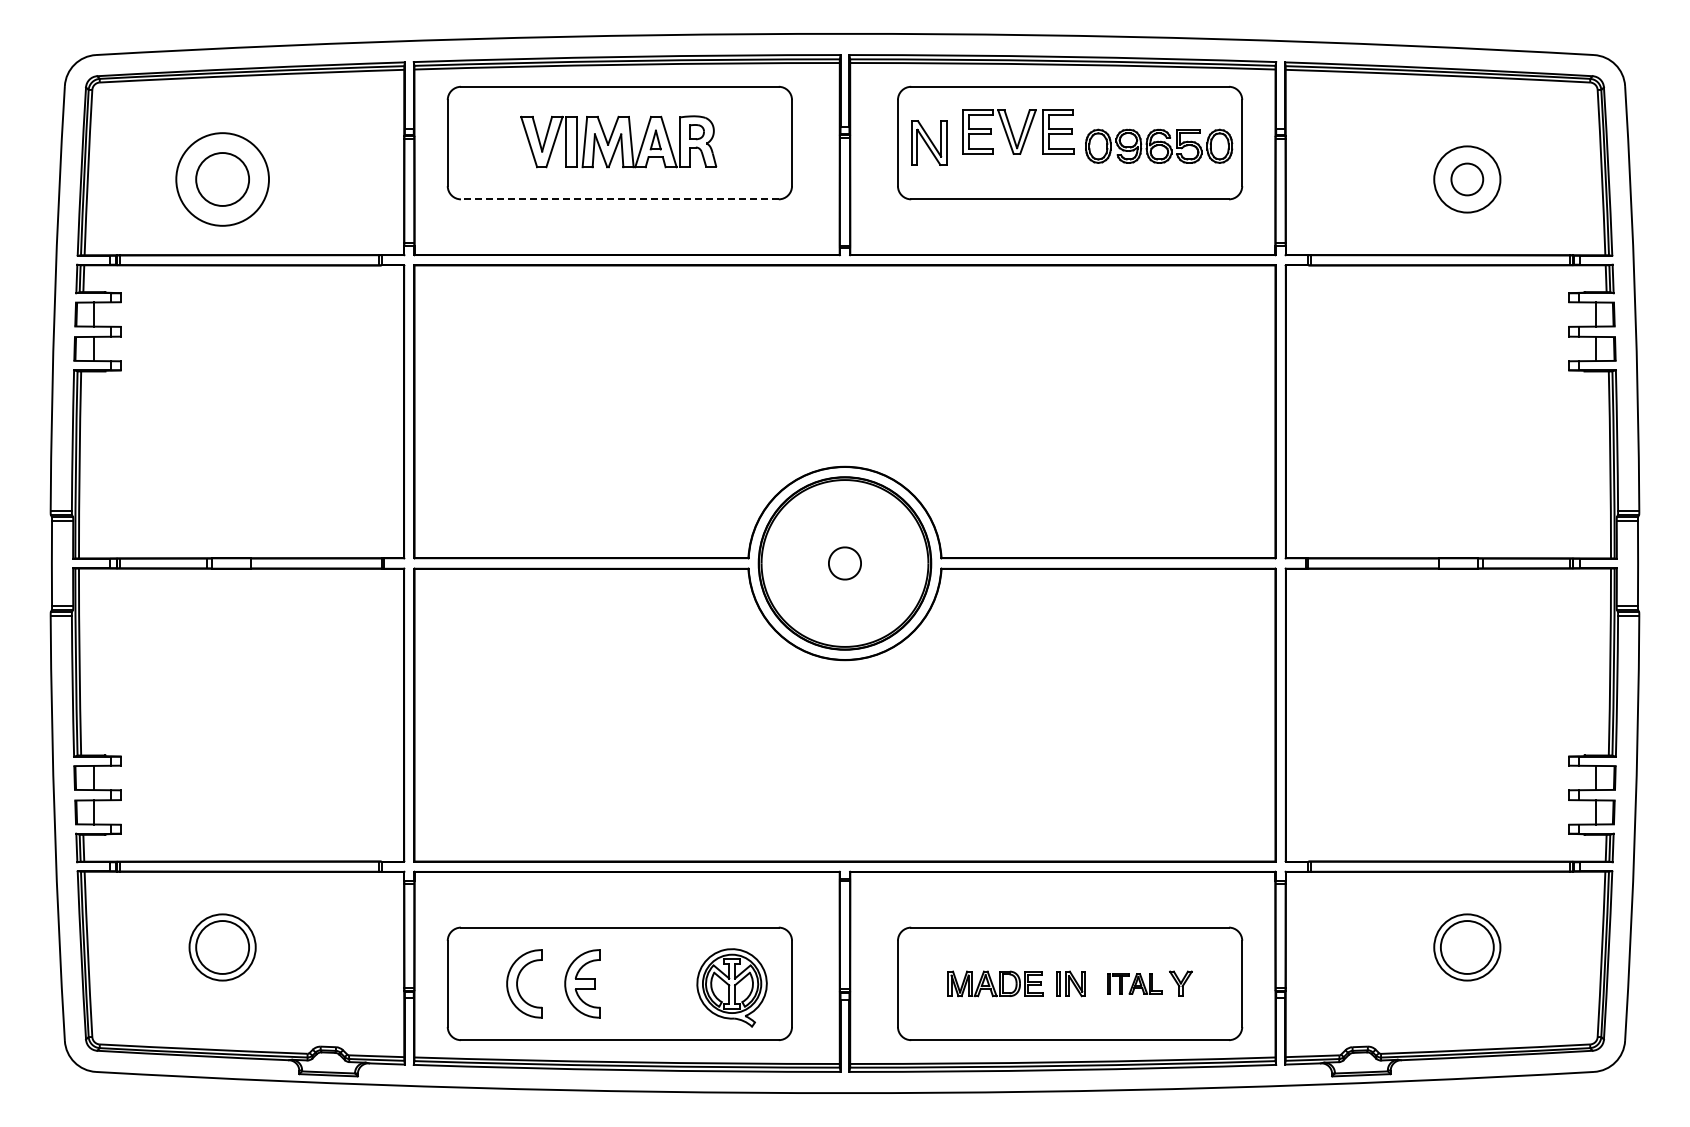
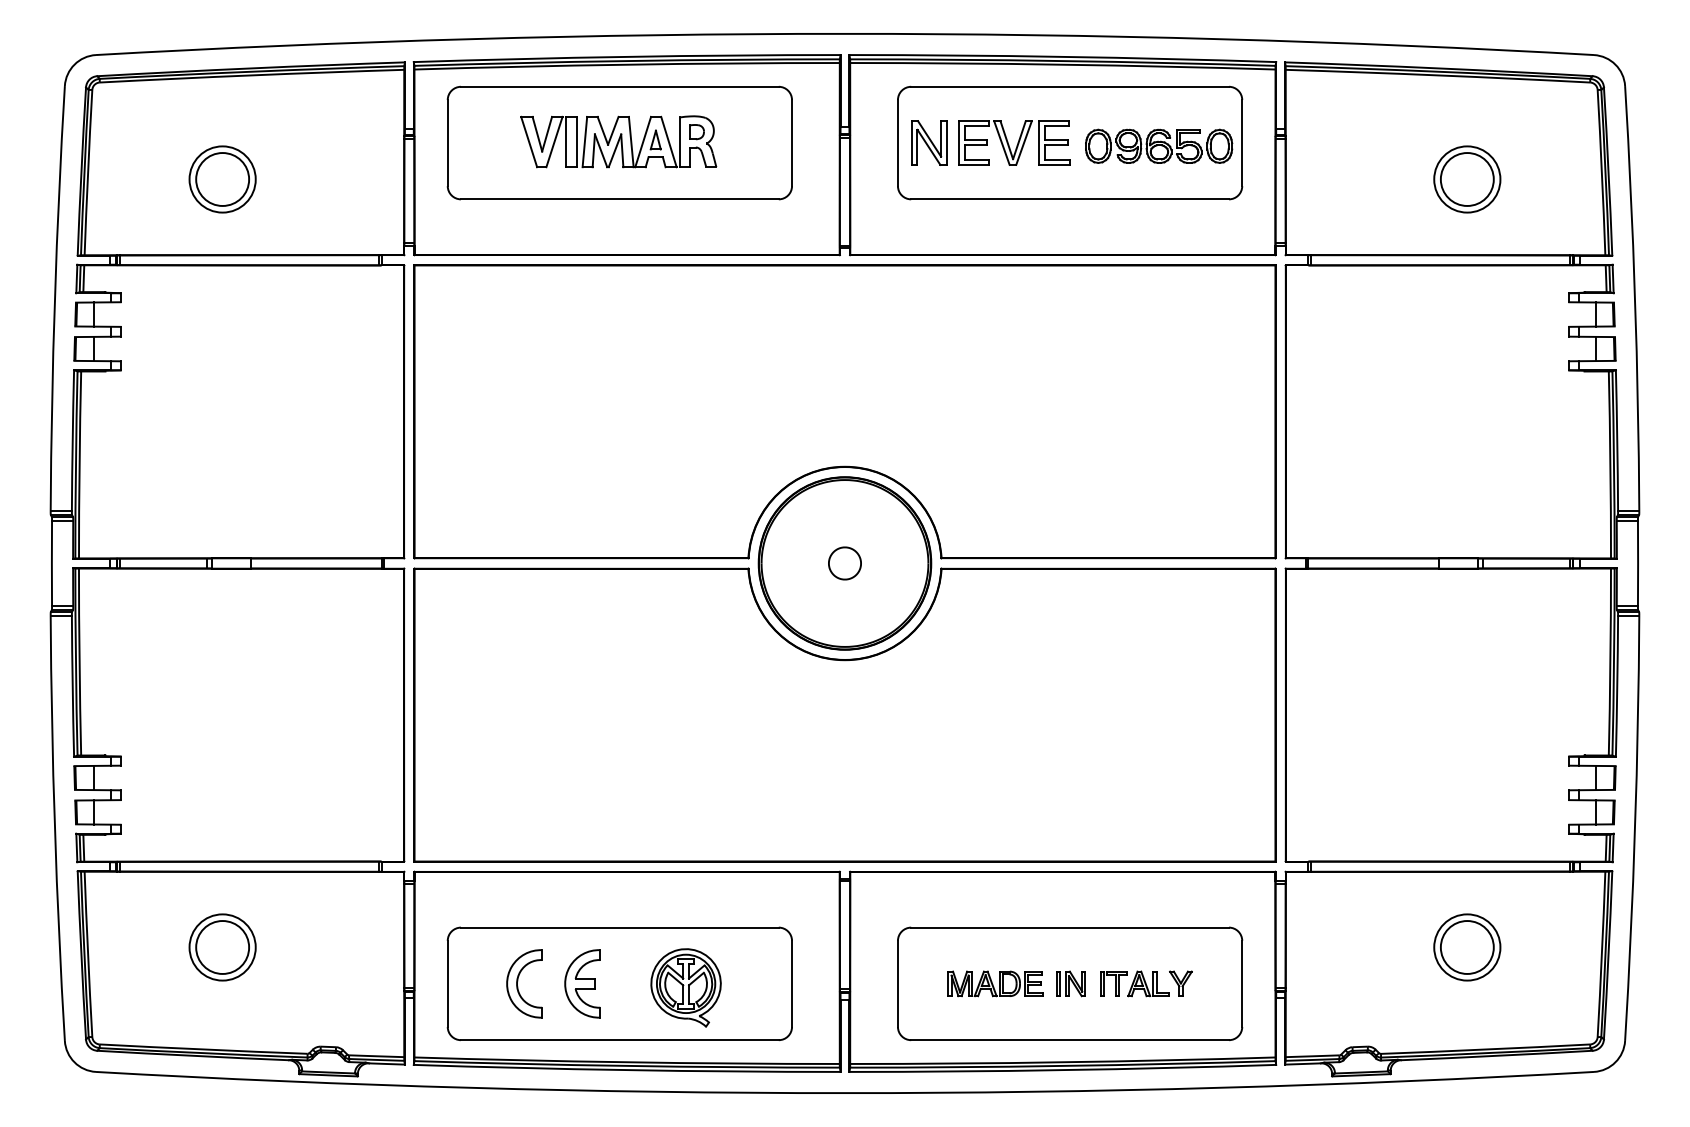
part at (1018, 131) position: (1018, 131) -> (1014, 142)
circle at (222, 179) diameter: 93 px -> 66 px
circle at (1467, 179) diameter: 32 px -> 53 px
line at (619, 199): dashed -> solid
part at (1134, 983) size: 56x22 px -> 70x28 px
part at (731, 987) position: (731, 987) -> (685, 987)
